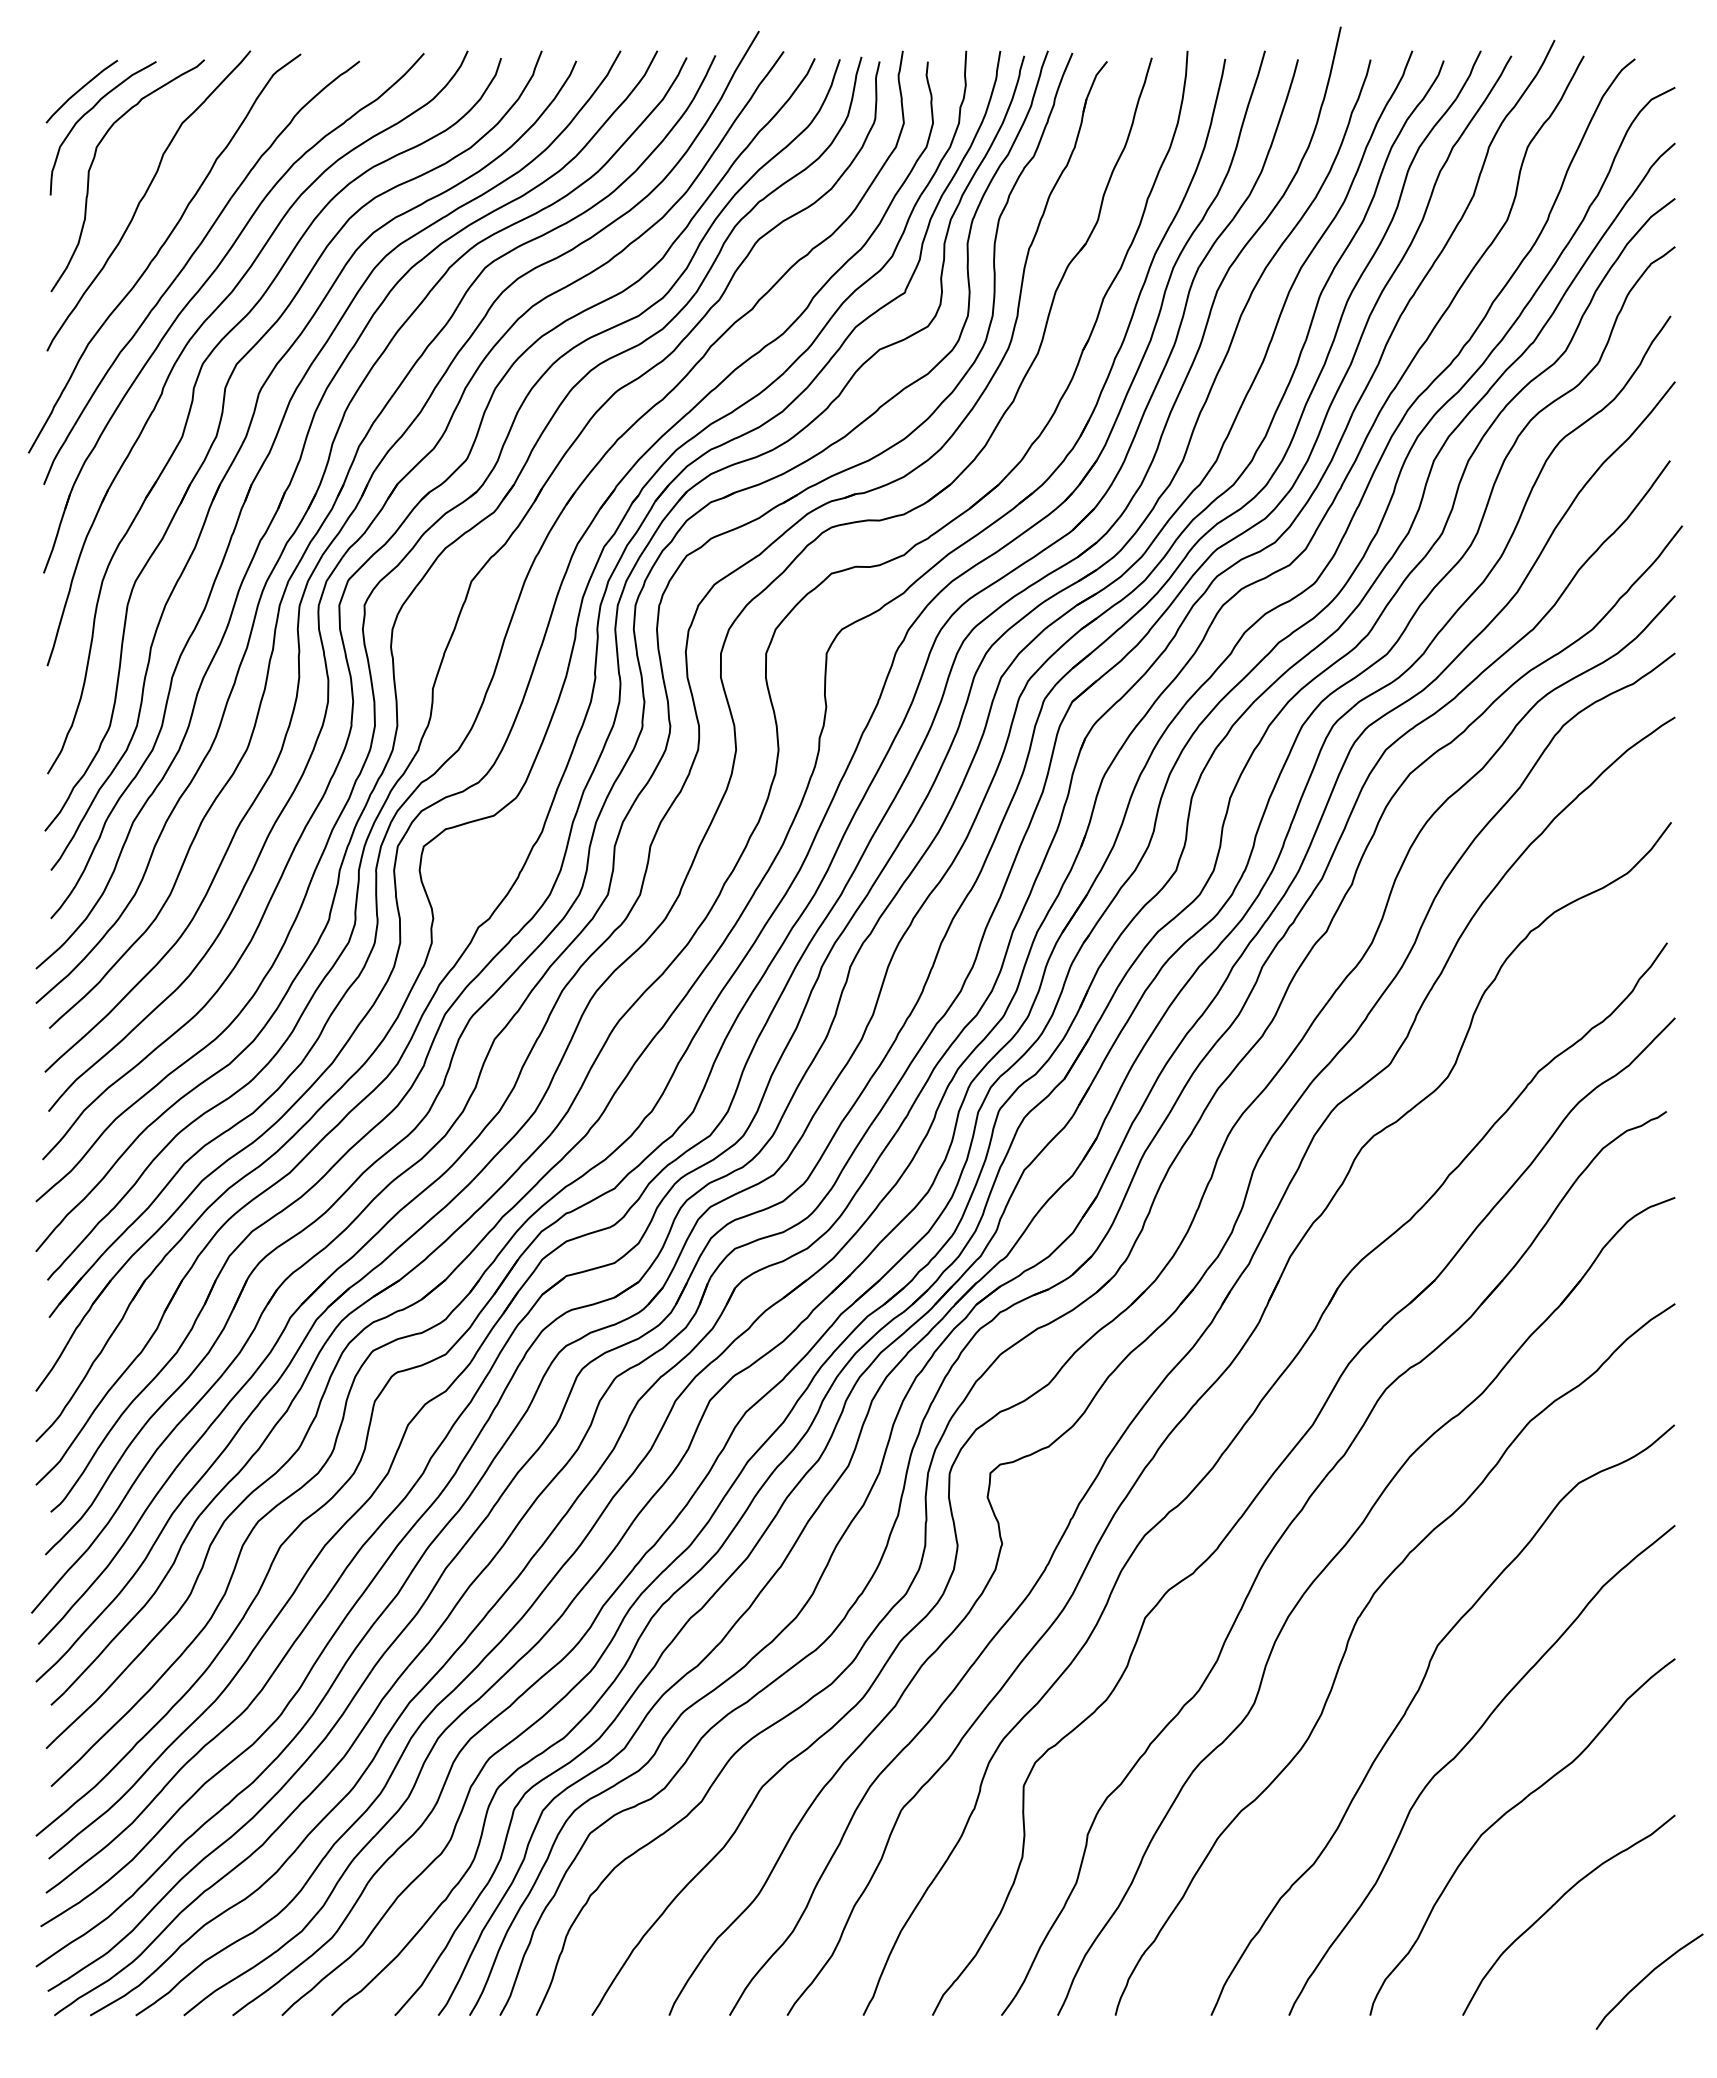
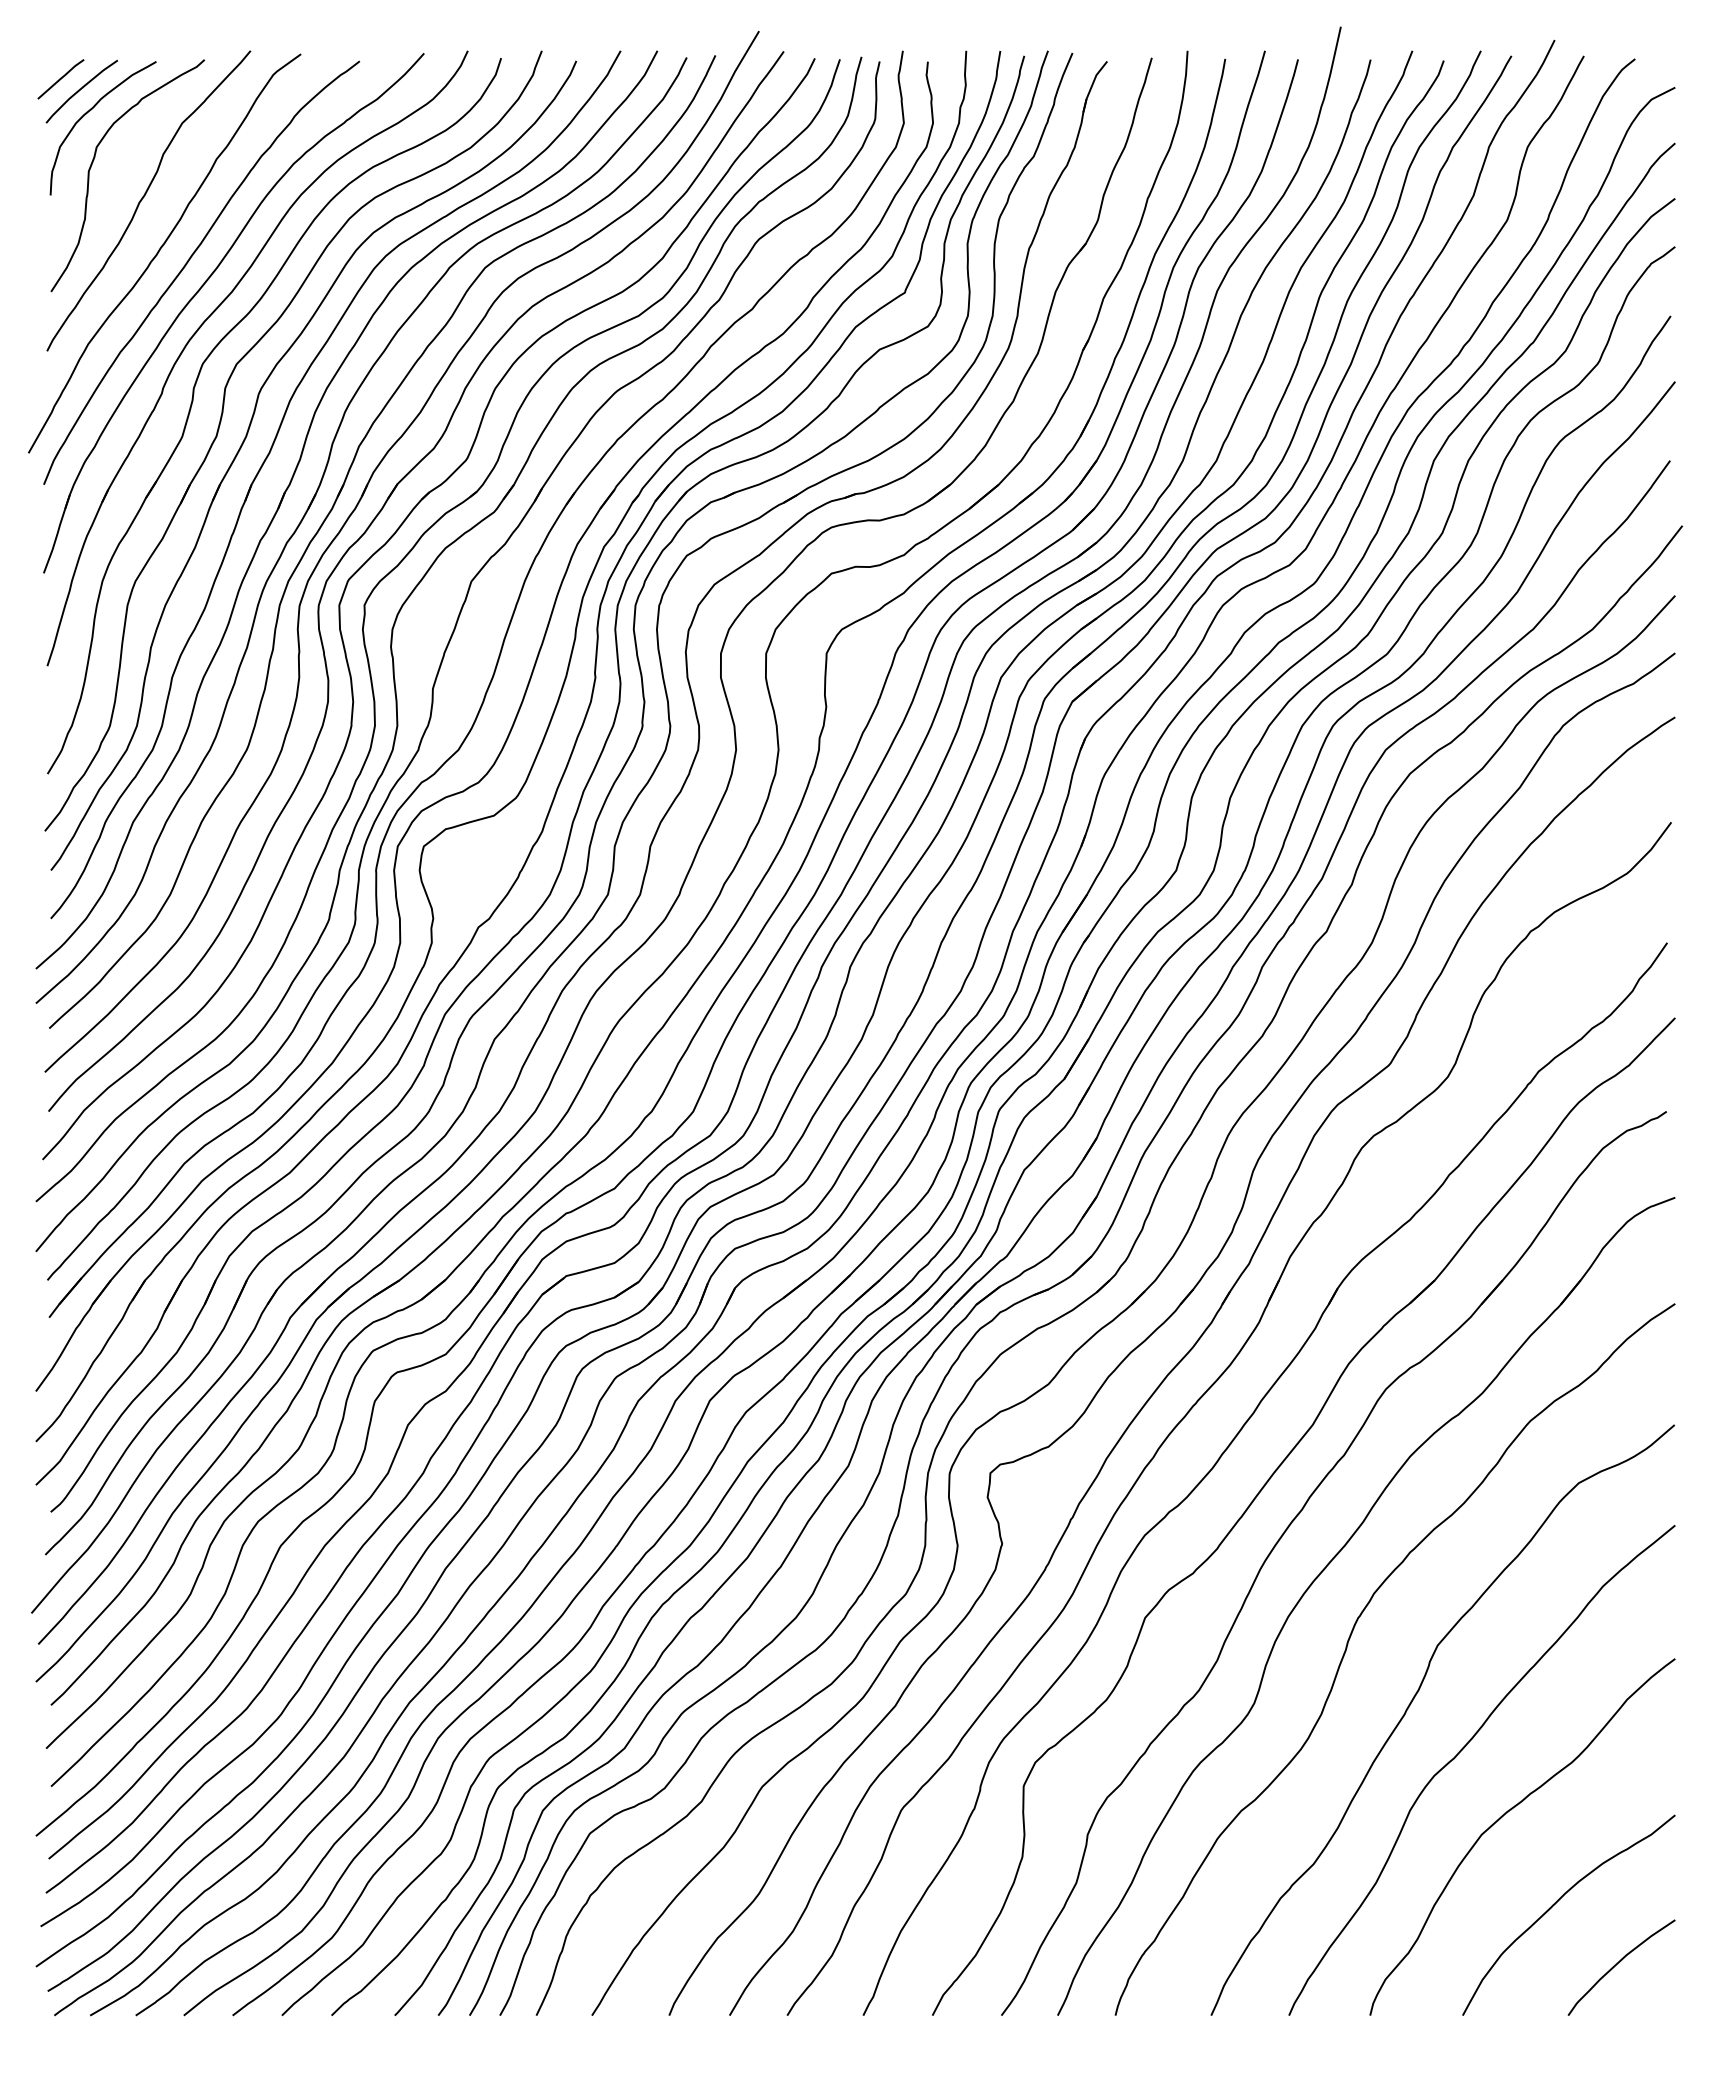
line at (60, 79): none -> present
curve at (1646, 1977) position: (1646, 1977) -> (1618, 1963)
